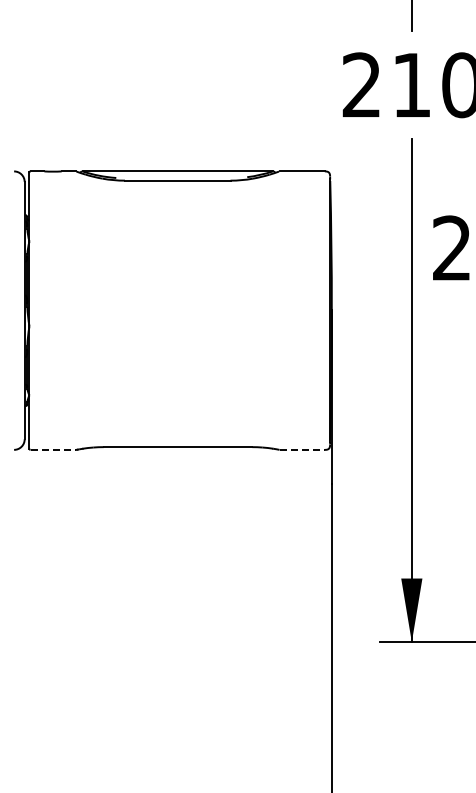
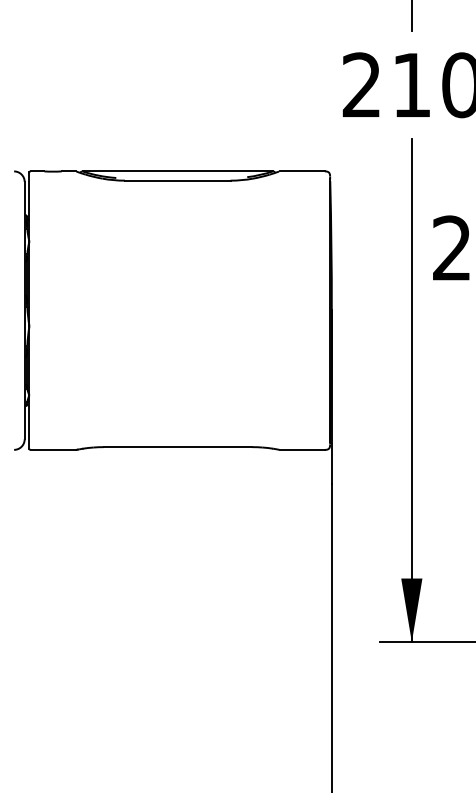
line at (53, 449): dashed -> solid
line at (302, 449): dashed -> solid
